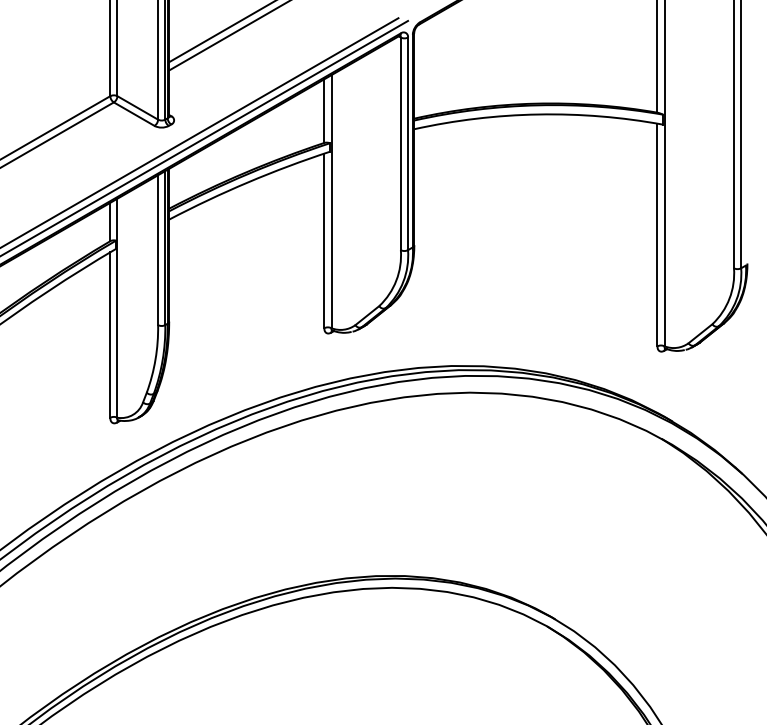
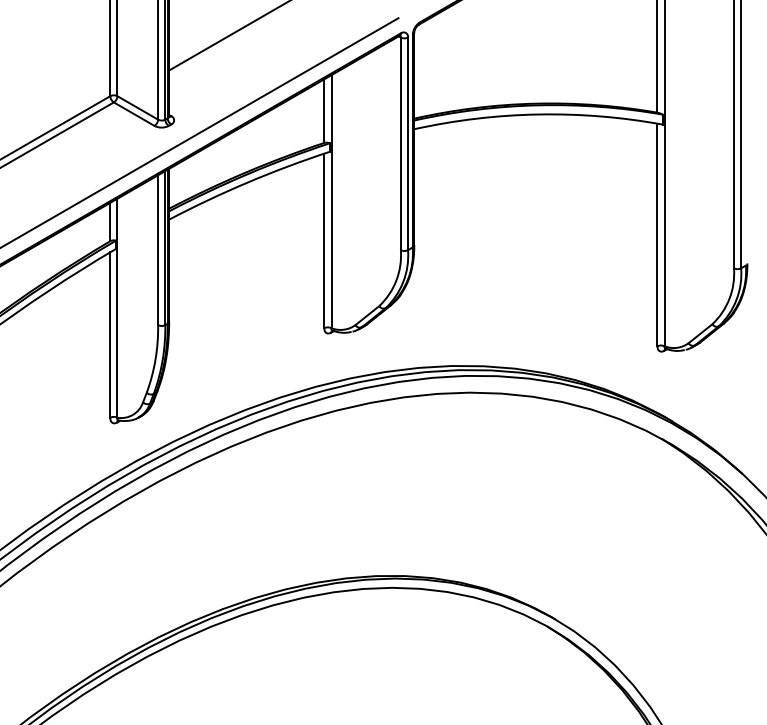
line at (221, 32): present -> none
line at (205, 137): present -> none
